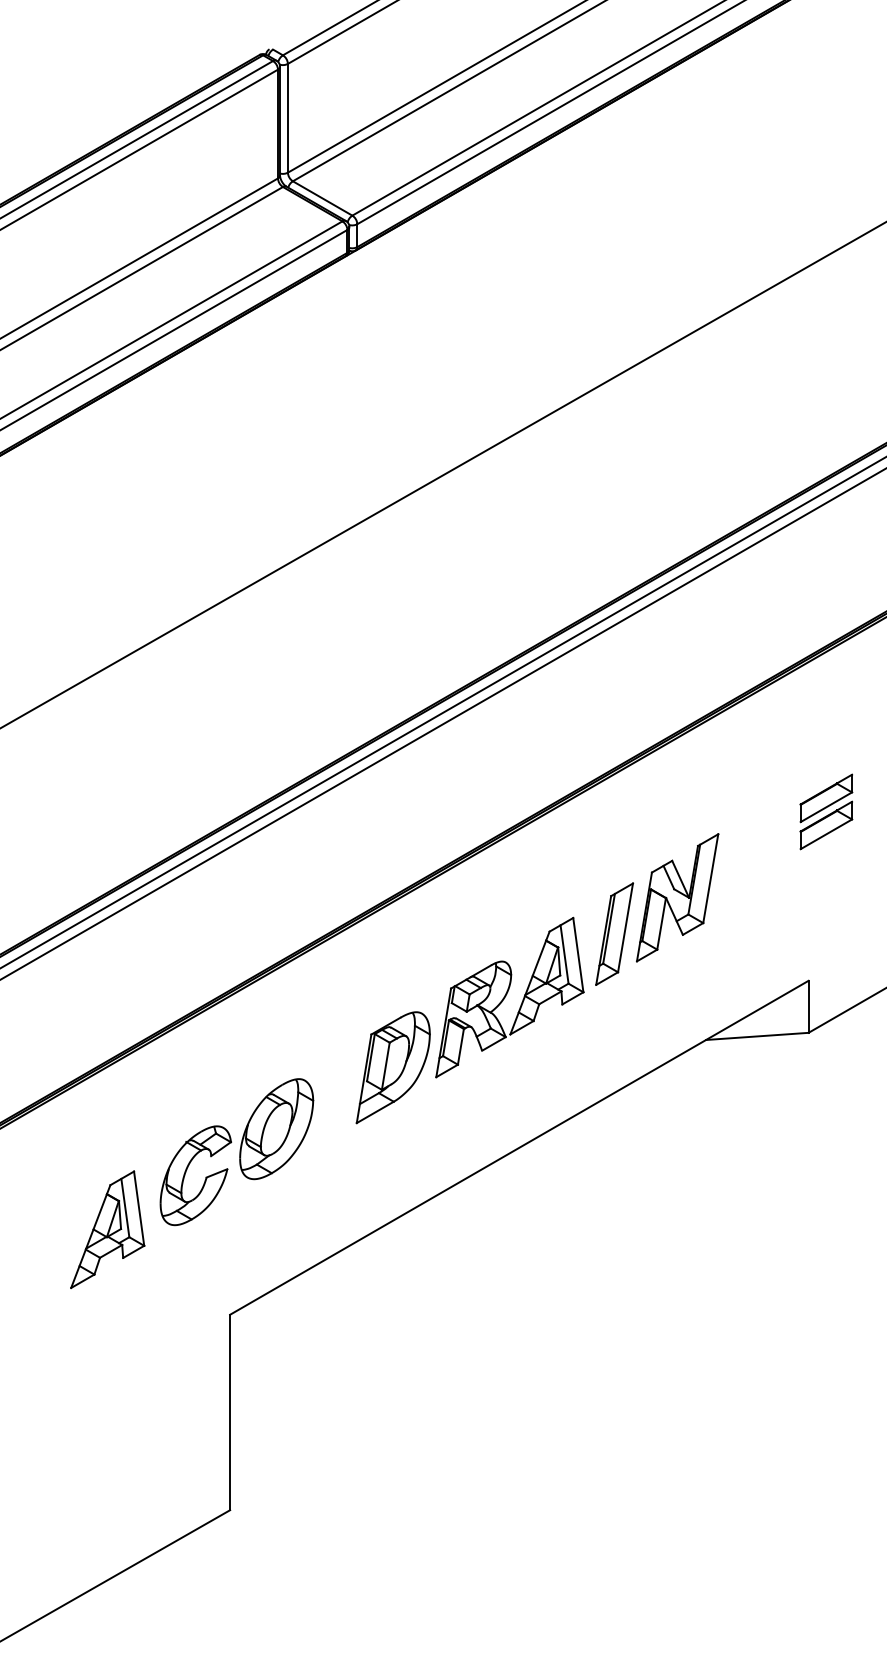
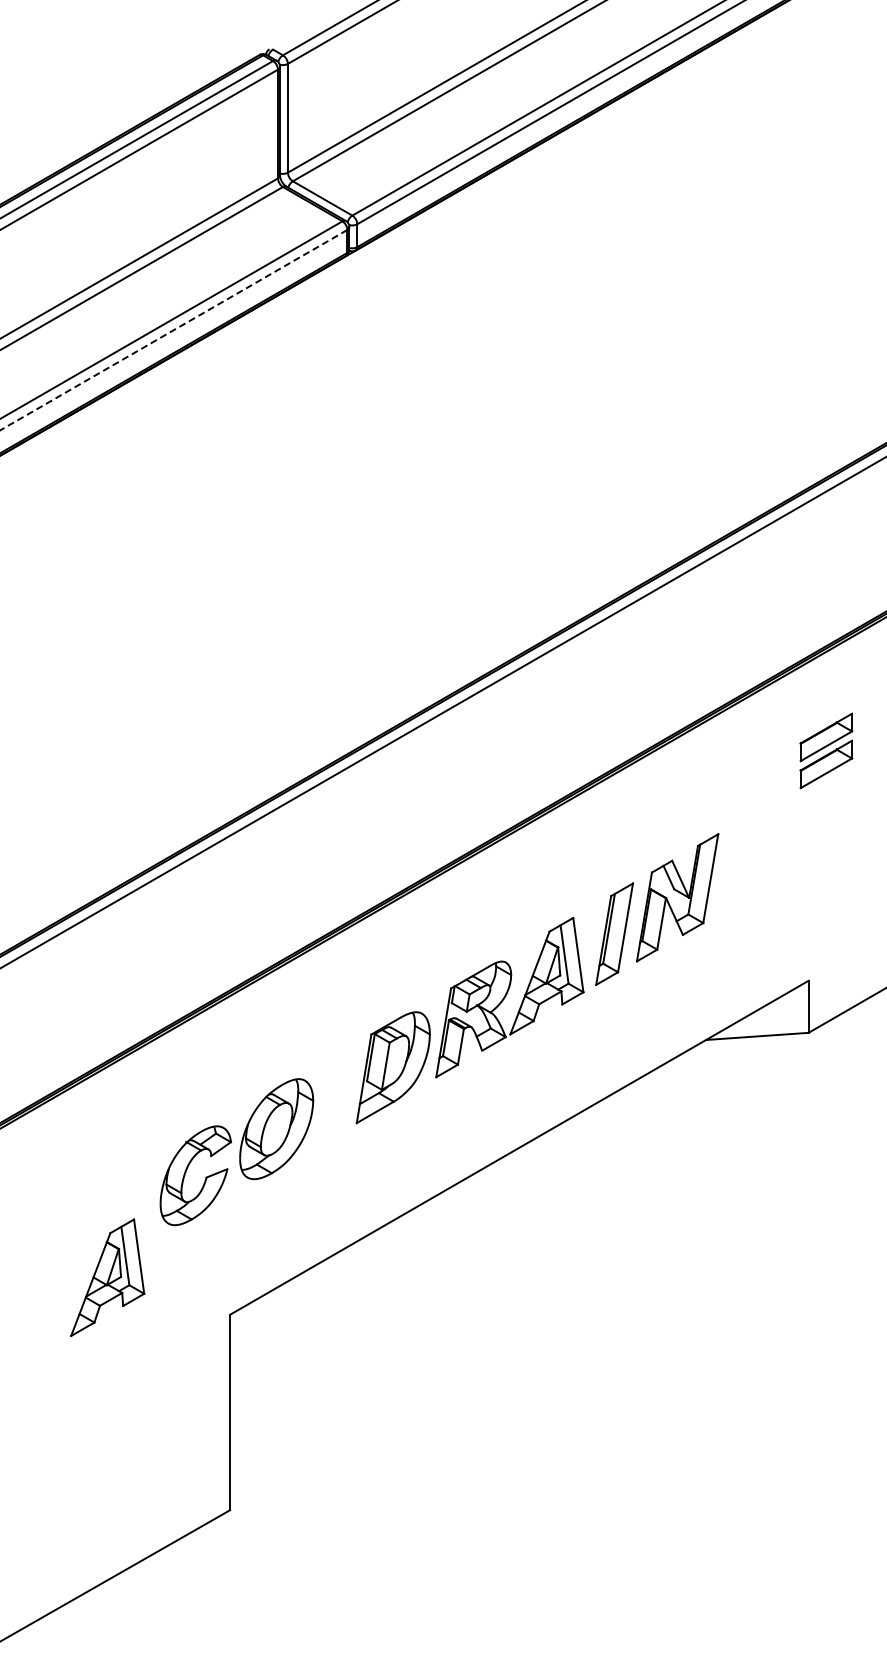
line at (173, 330): solid -> dashed
line at (442, 475): present -> none
line at (442, 724): present -> none
part at (826, 811) position: (826, 811) -> (826, 750)
part at (107, 1229) position: (107, 1229) -> (107, 1277)
